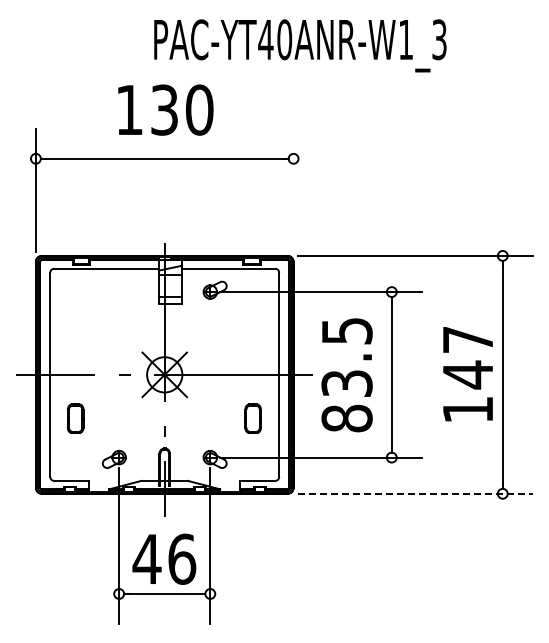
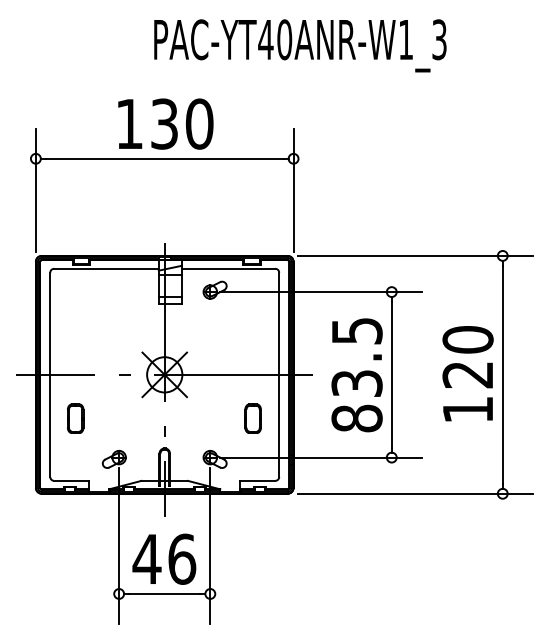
text at (165, 109) position: (165, 109) -> (165, 123)
line at (293, 190): none -> present
text at (467, 357): 147 -> 120
text at (346, 375) position: (346, 375) -> (356, 375)
line at (415, 493): dashed -> solid
